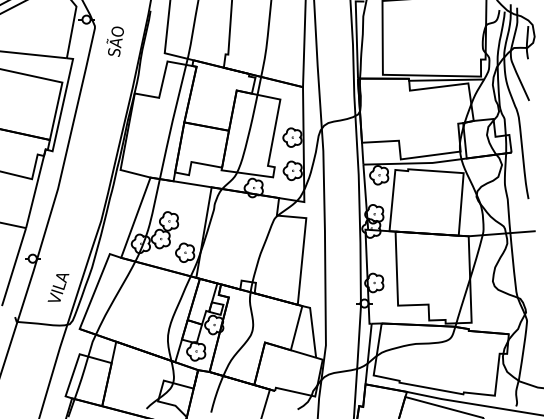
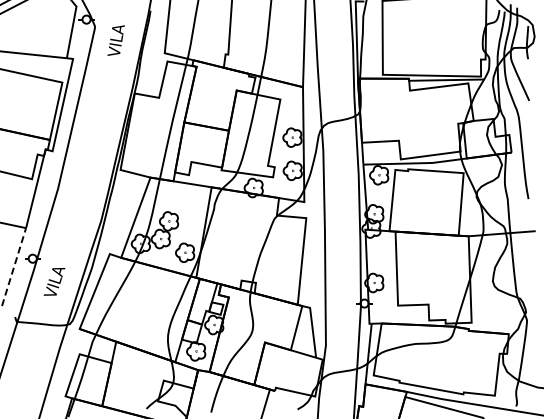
text at (115, 40): SÃO -> VILA
line at (14, 267): solid -> dashed
text at (58, 287) position: (58, 287) -> (54, 281)
